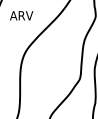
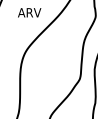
text at (21, 15) position: (21, 15) -> (29, 12)
